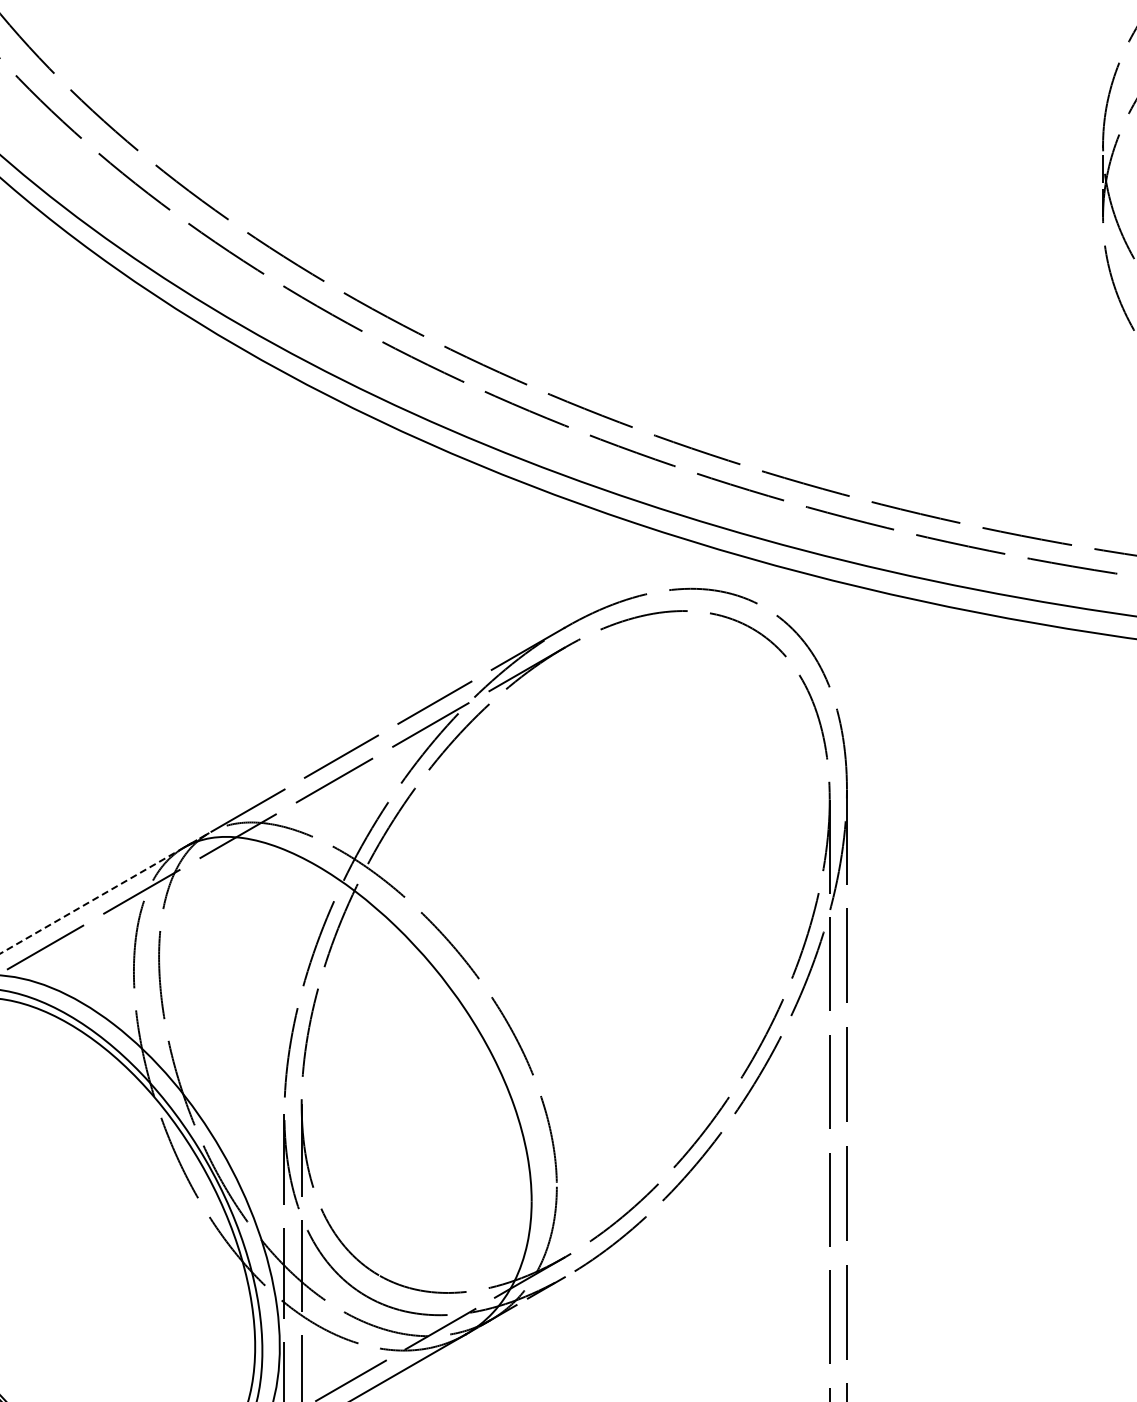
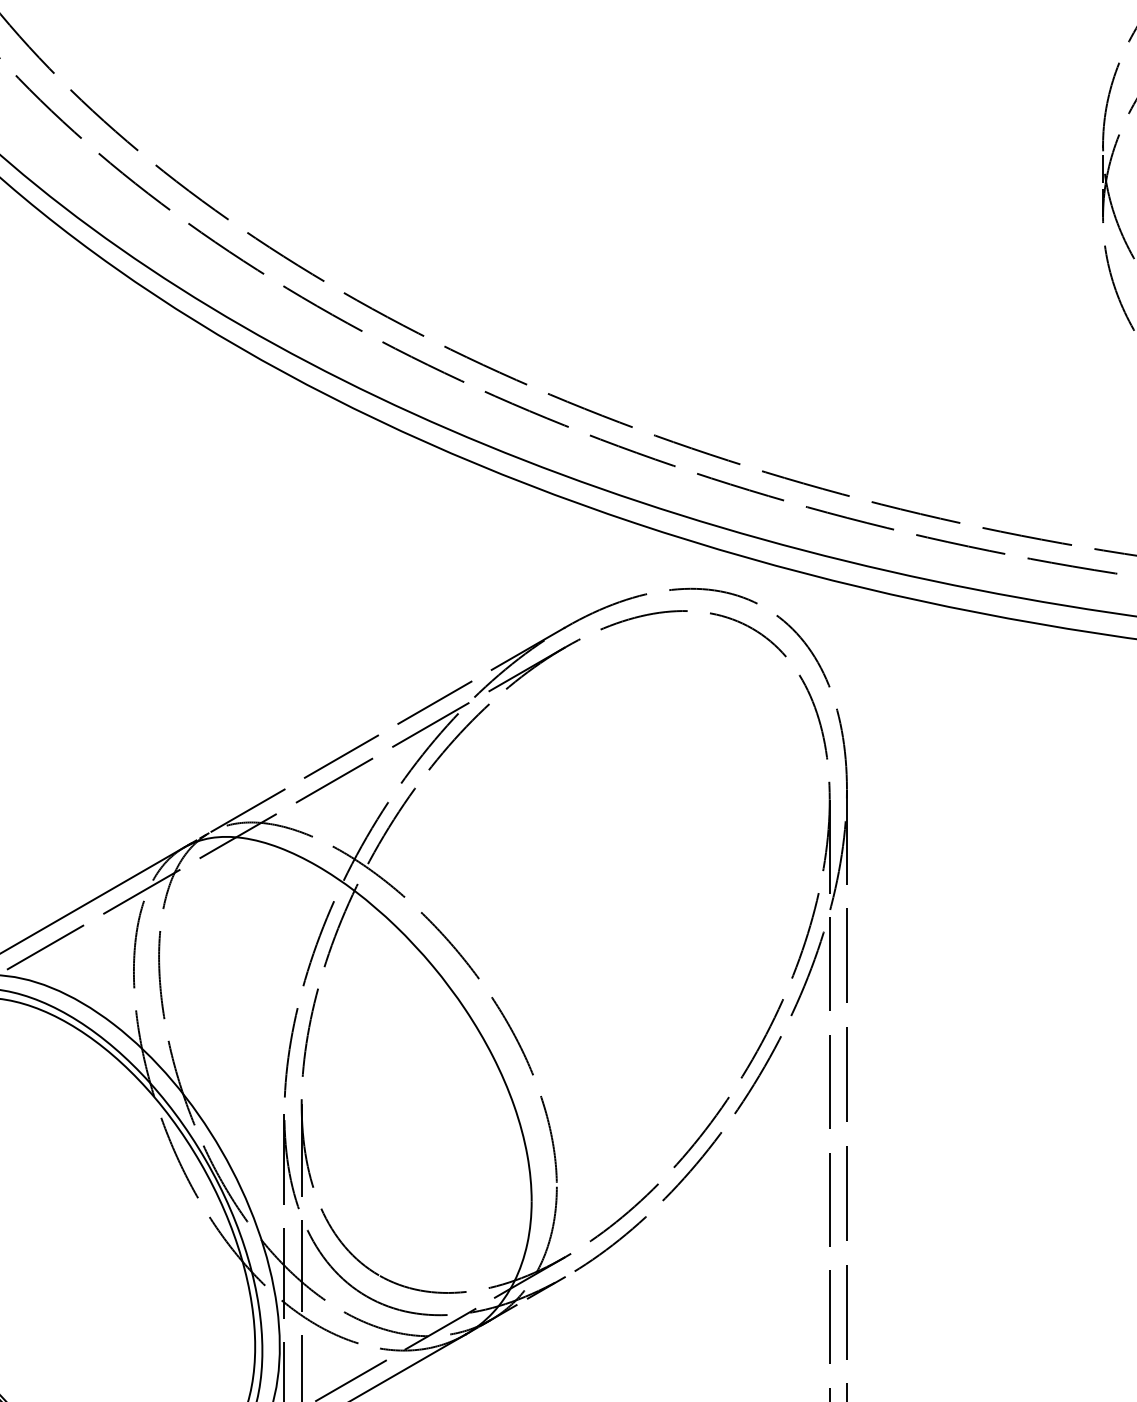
line at (91, 900): dashed -> solid
